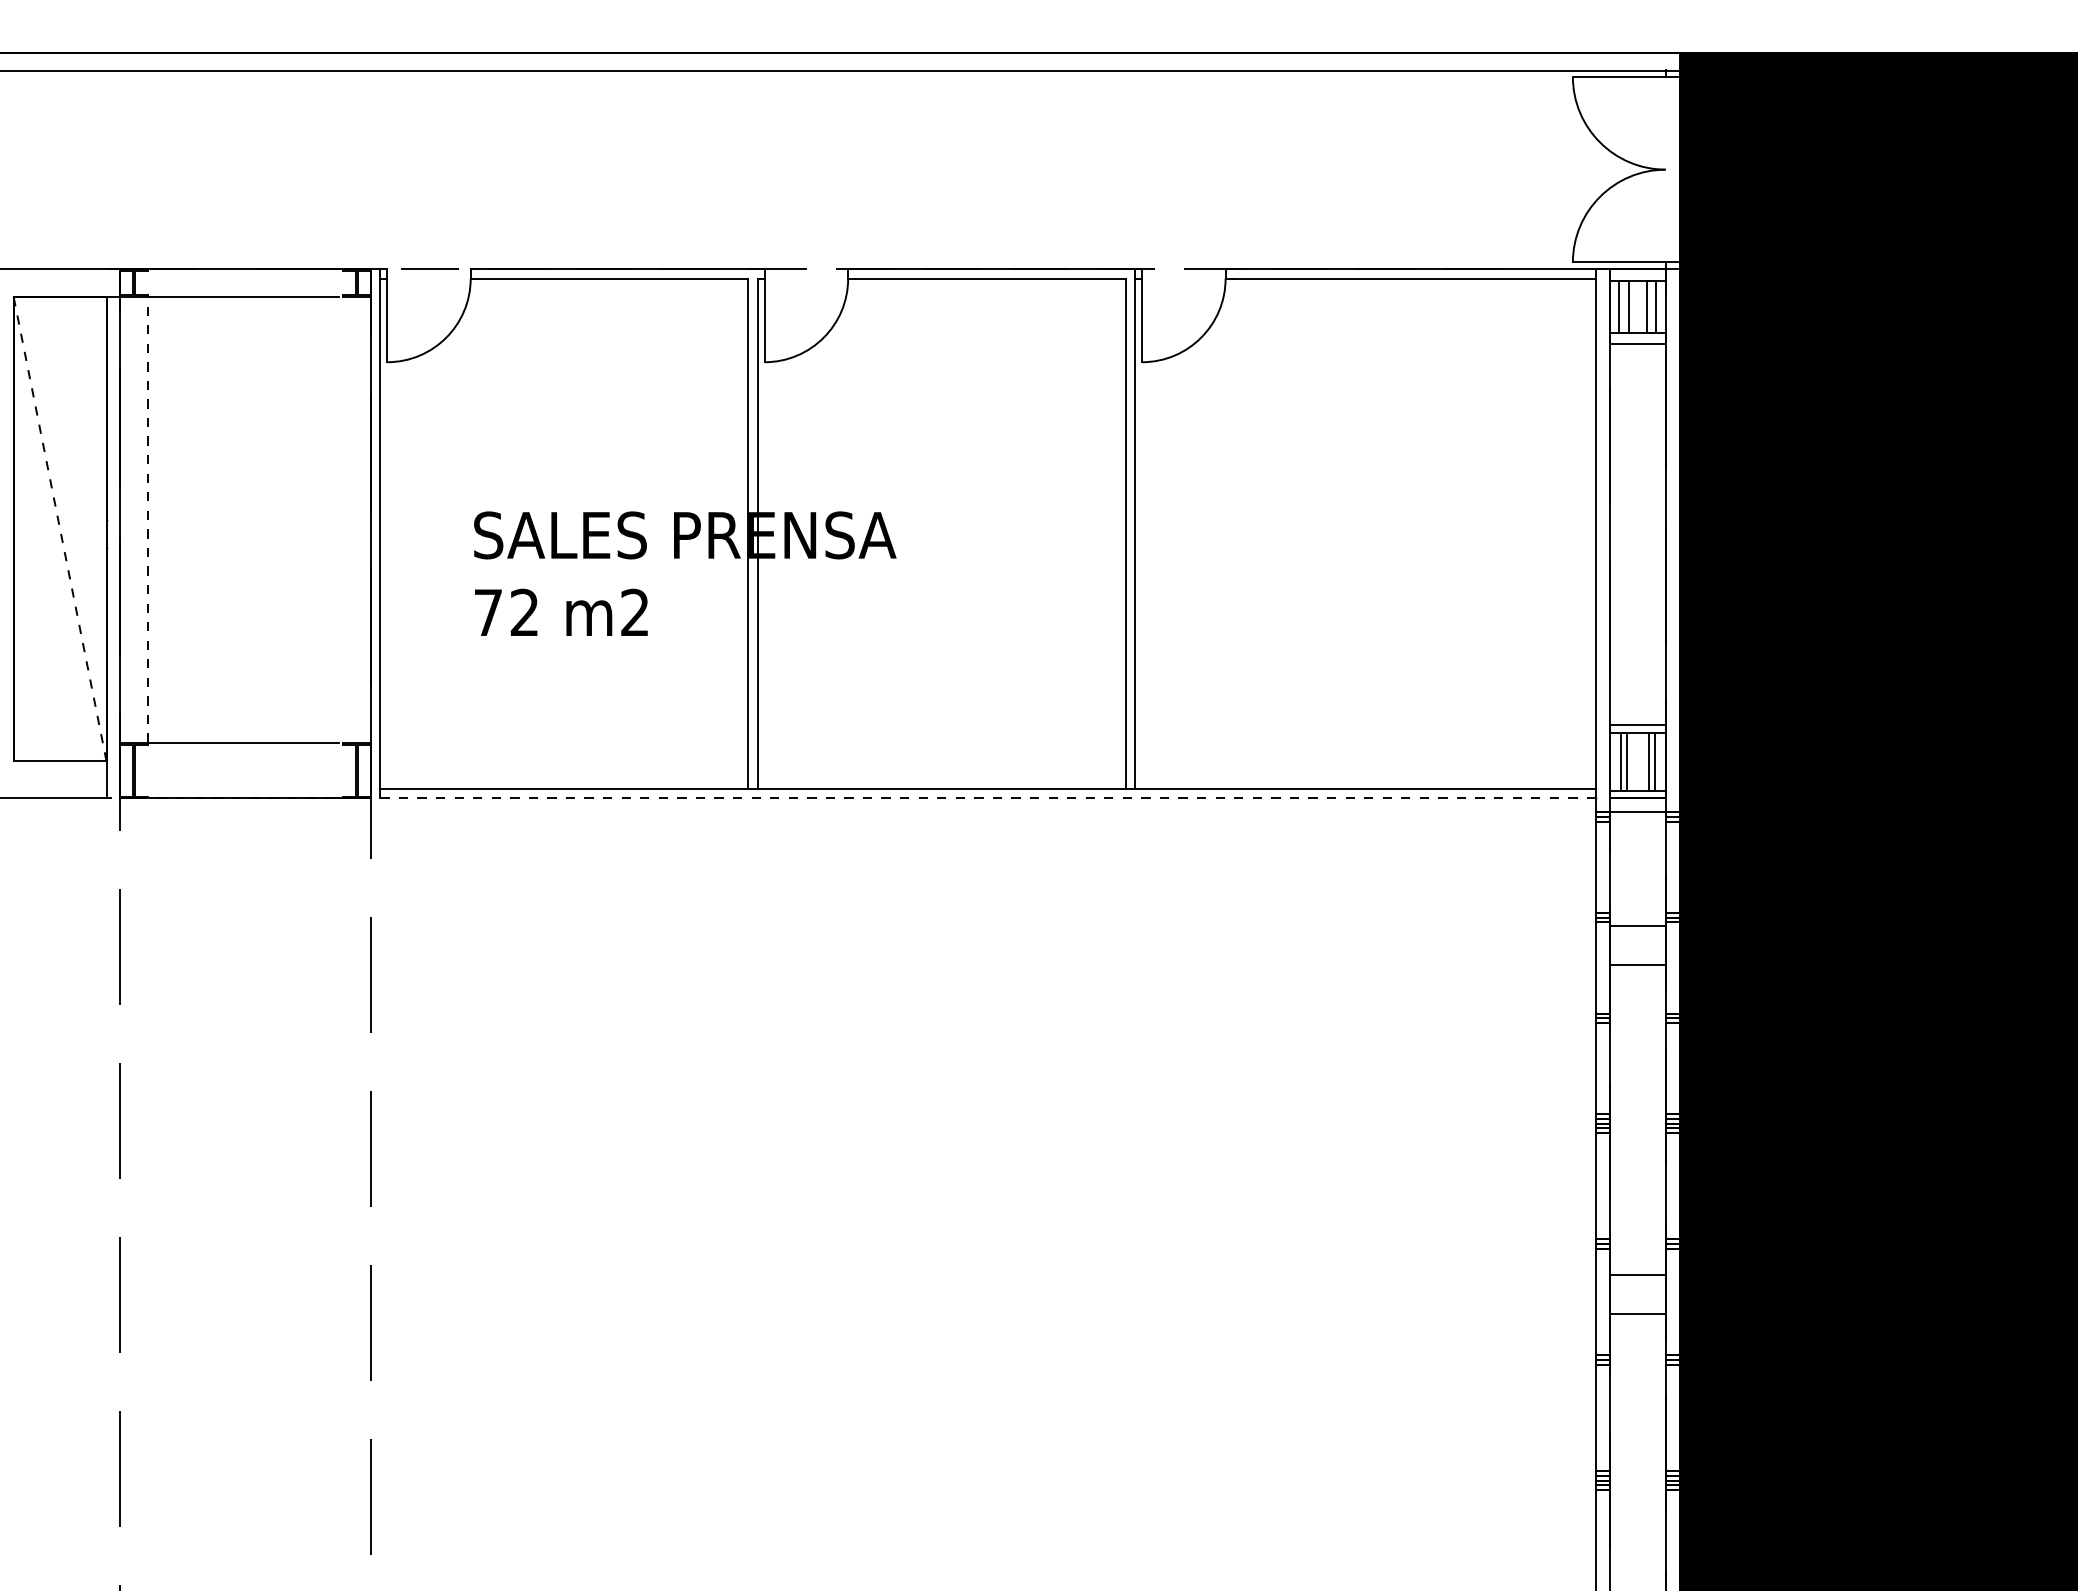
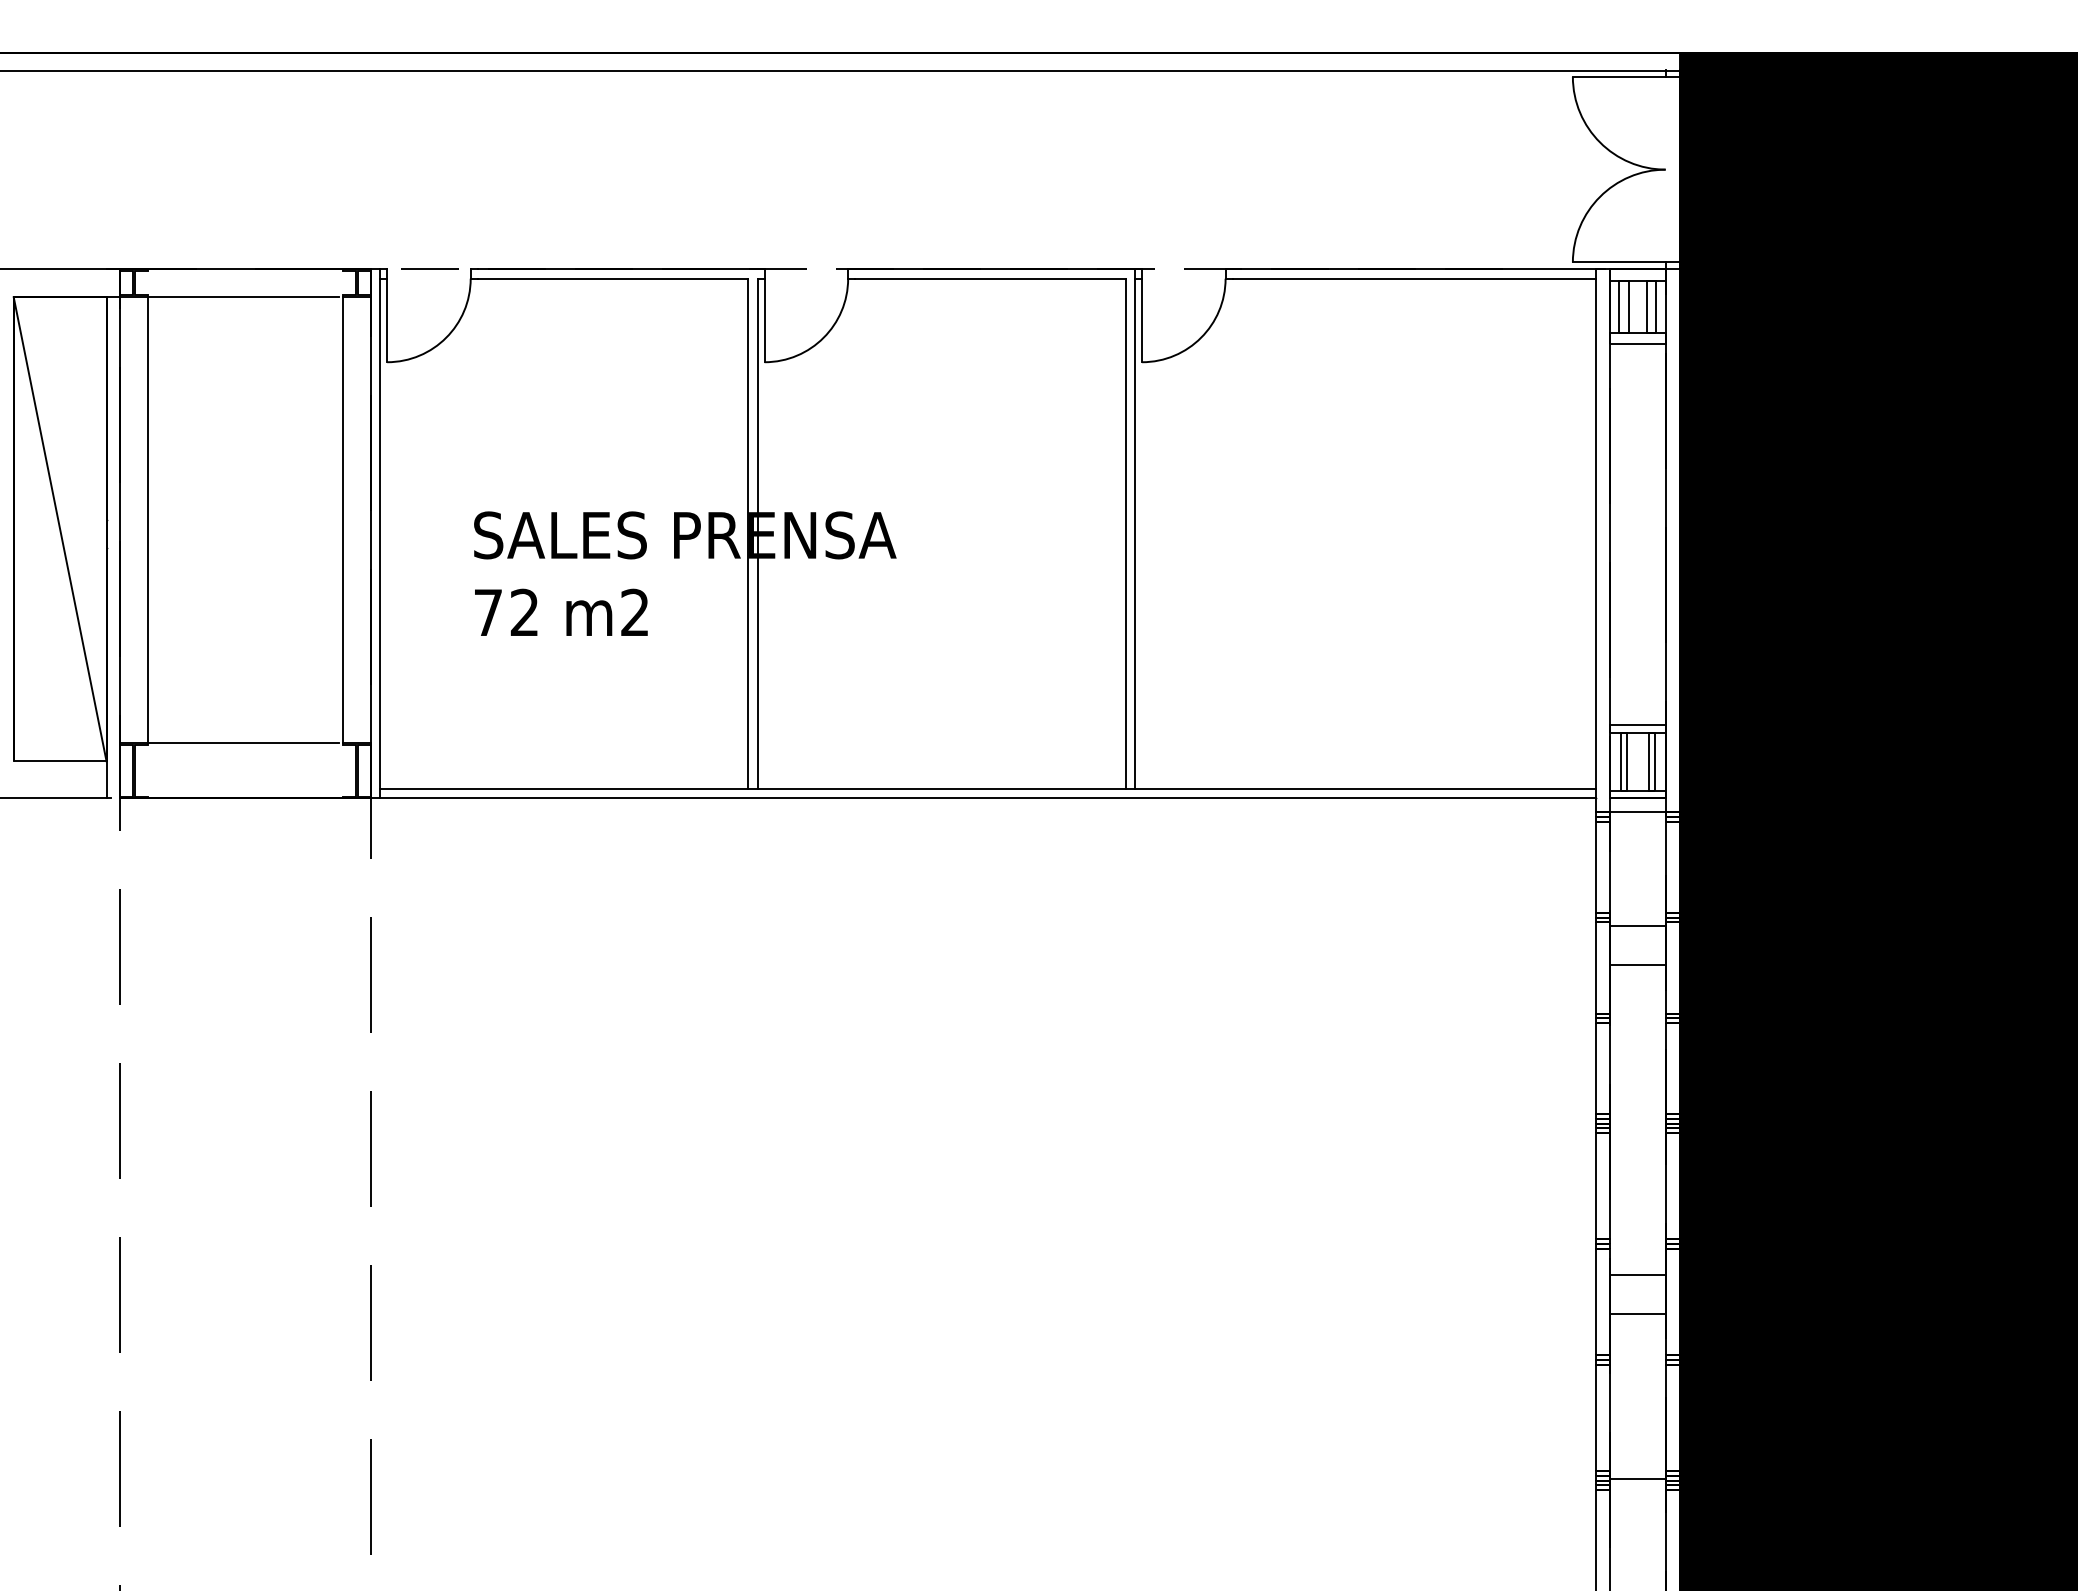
line at (343, 519): none -> present
line at (148, 520): dashed -> solid
line at (60, 529): dashed -> solid
line at (858, 798): dashed -> solid
line at (1637, 1478): none -> present
